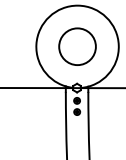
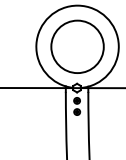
circle at (77, 46) size: 39x39 px -> 55x55 px
